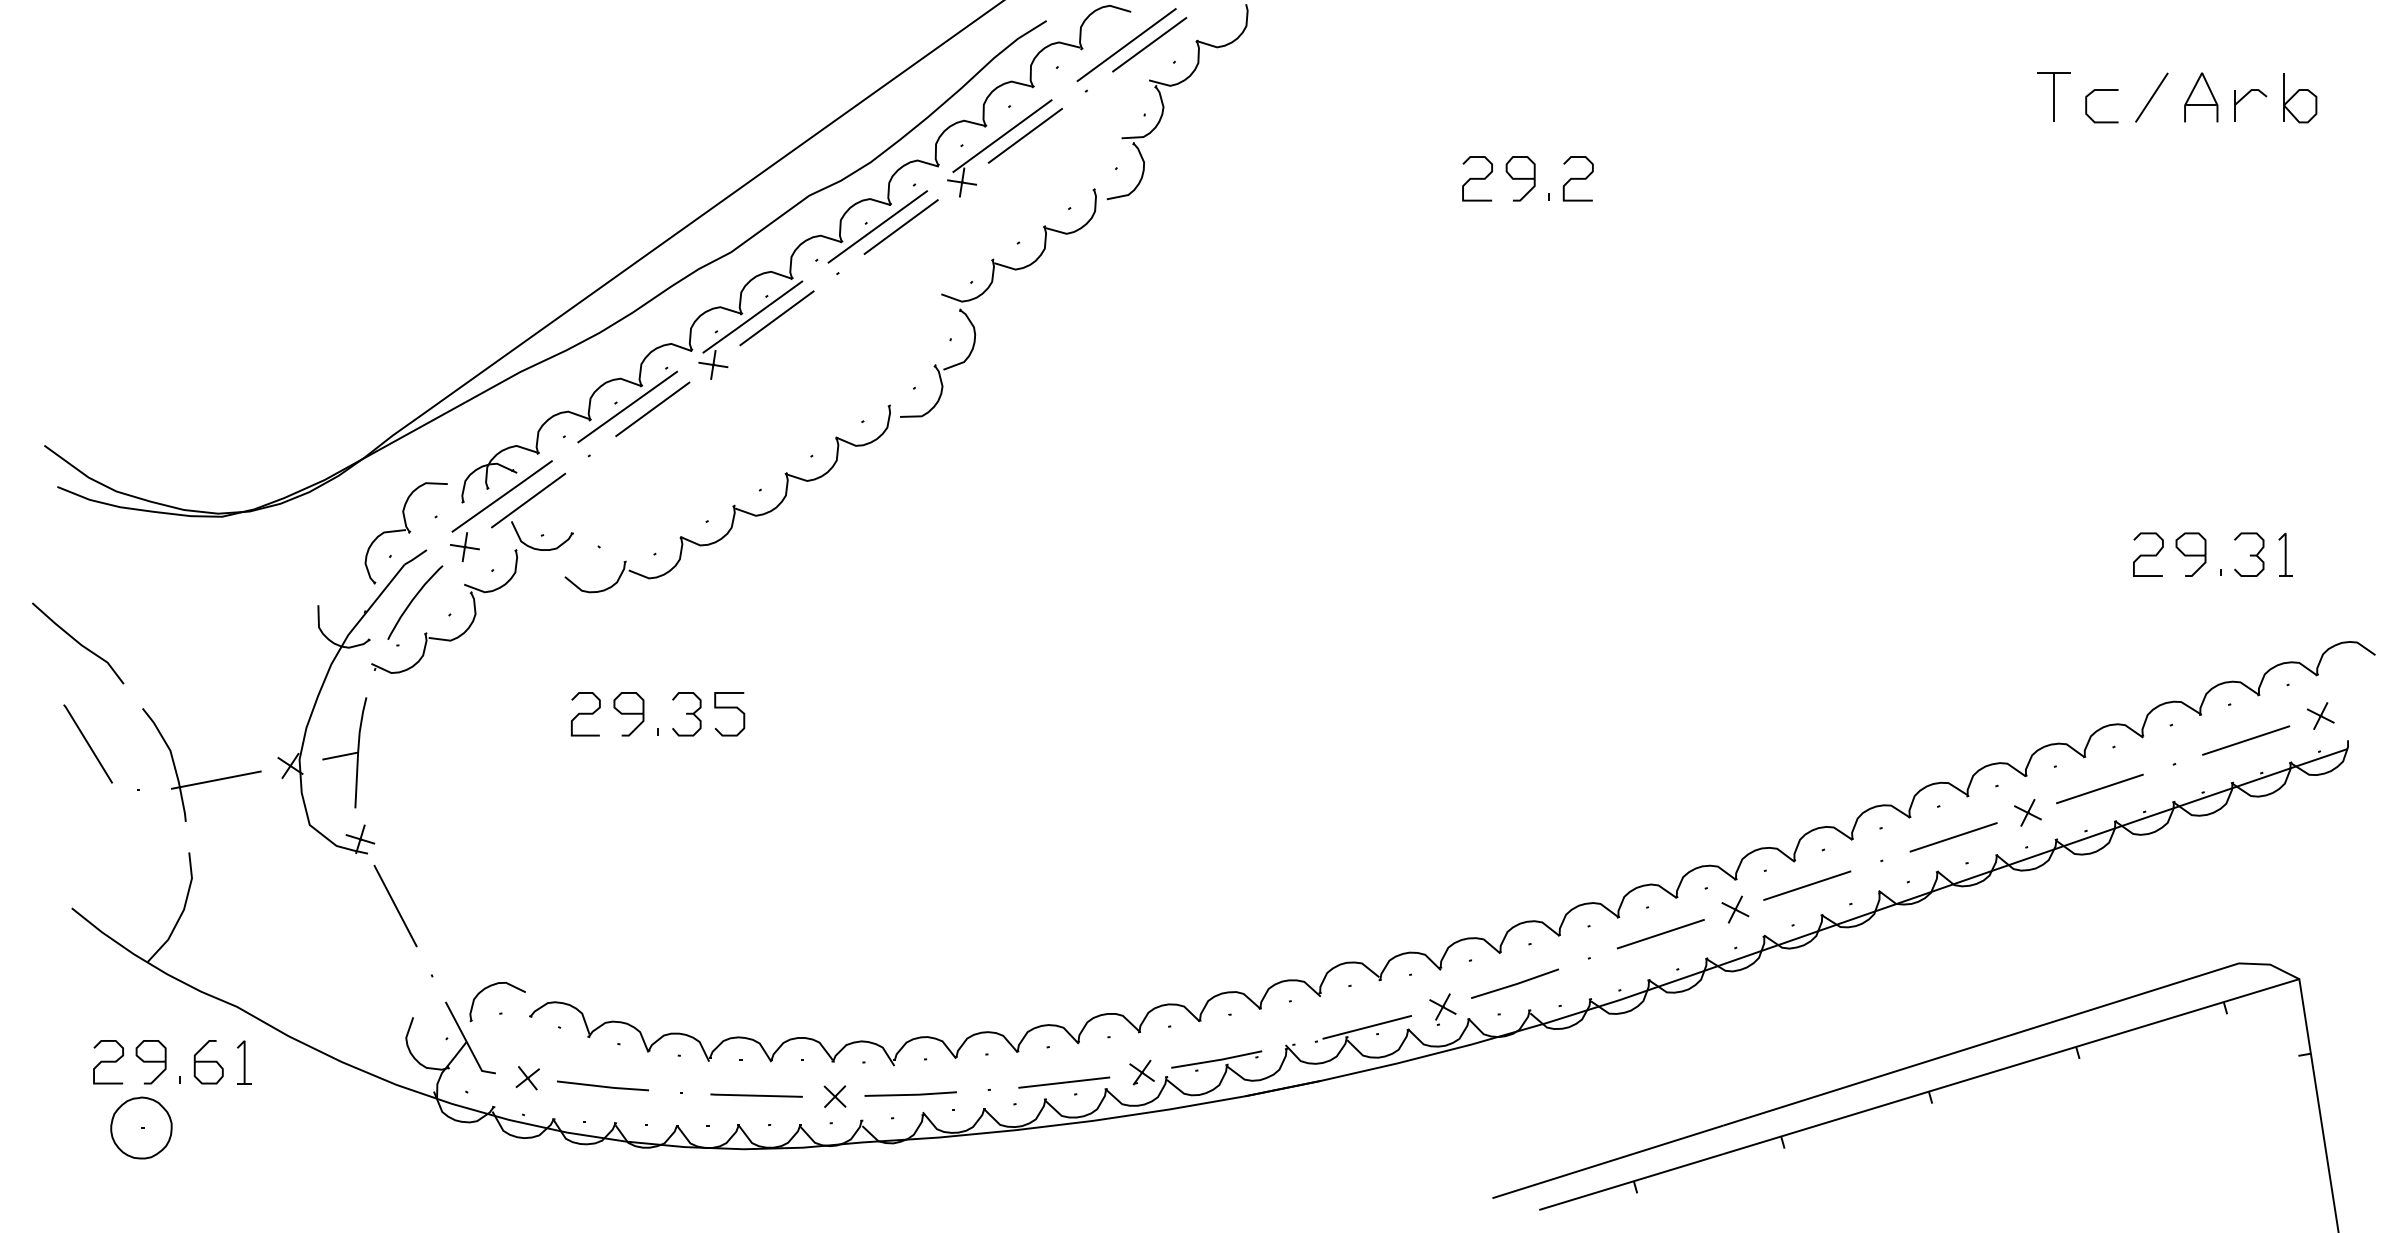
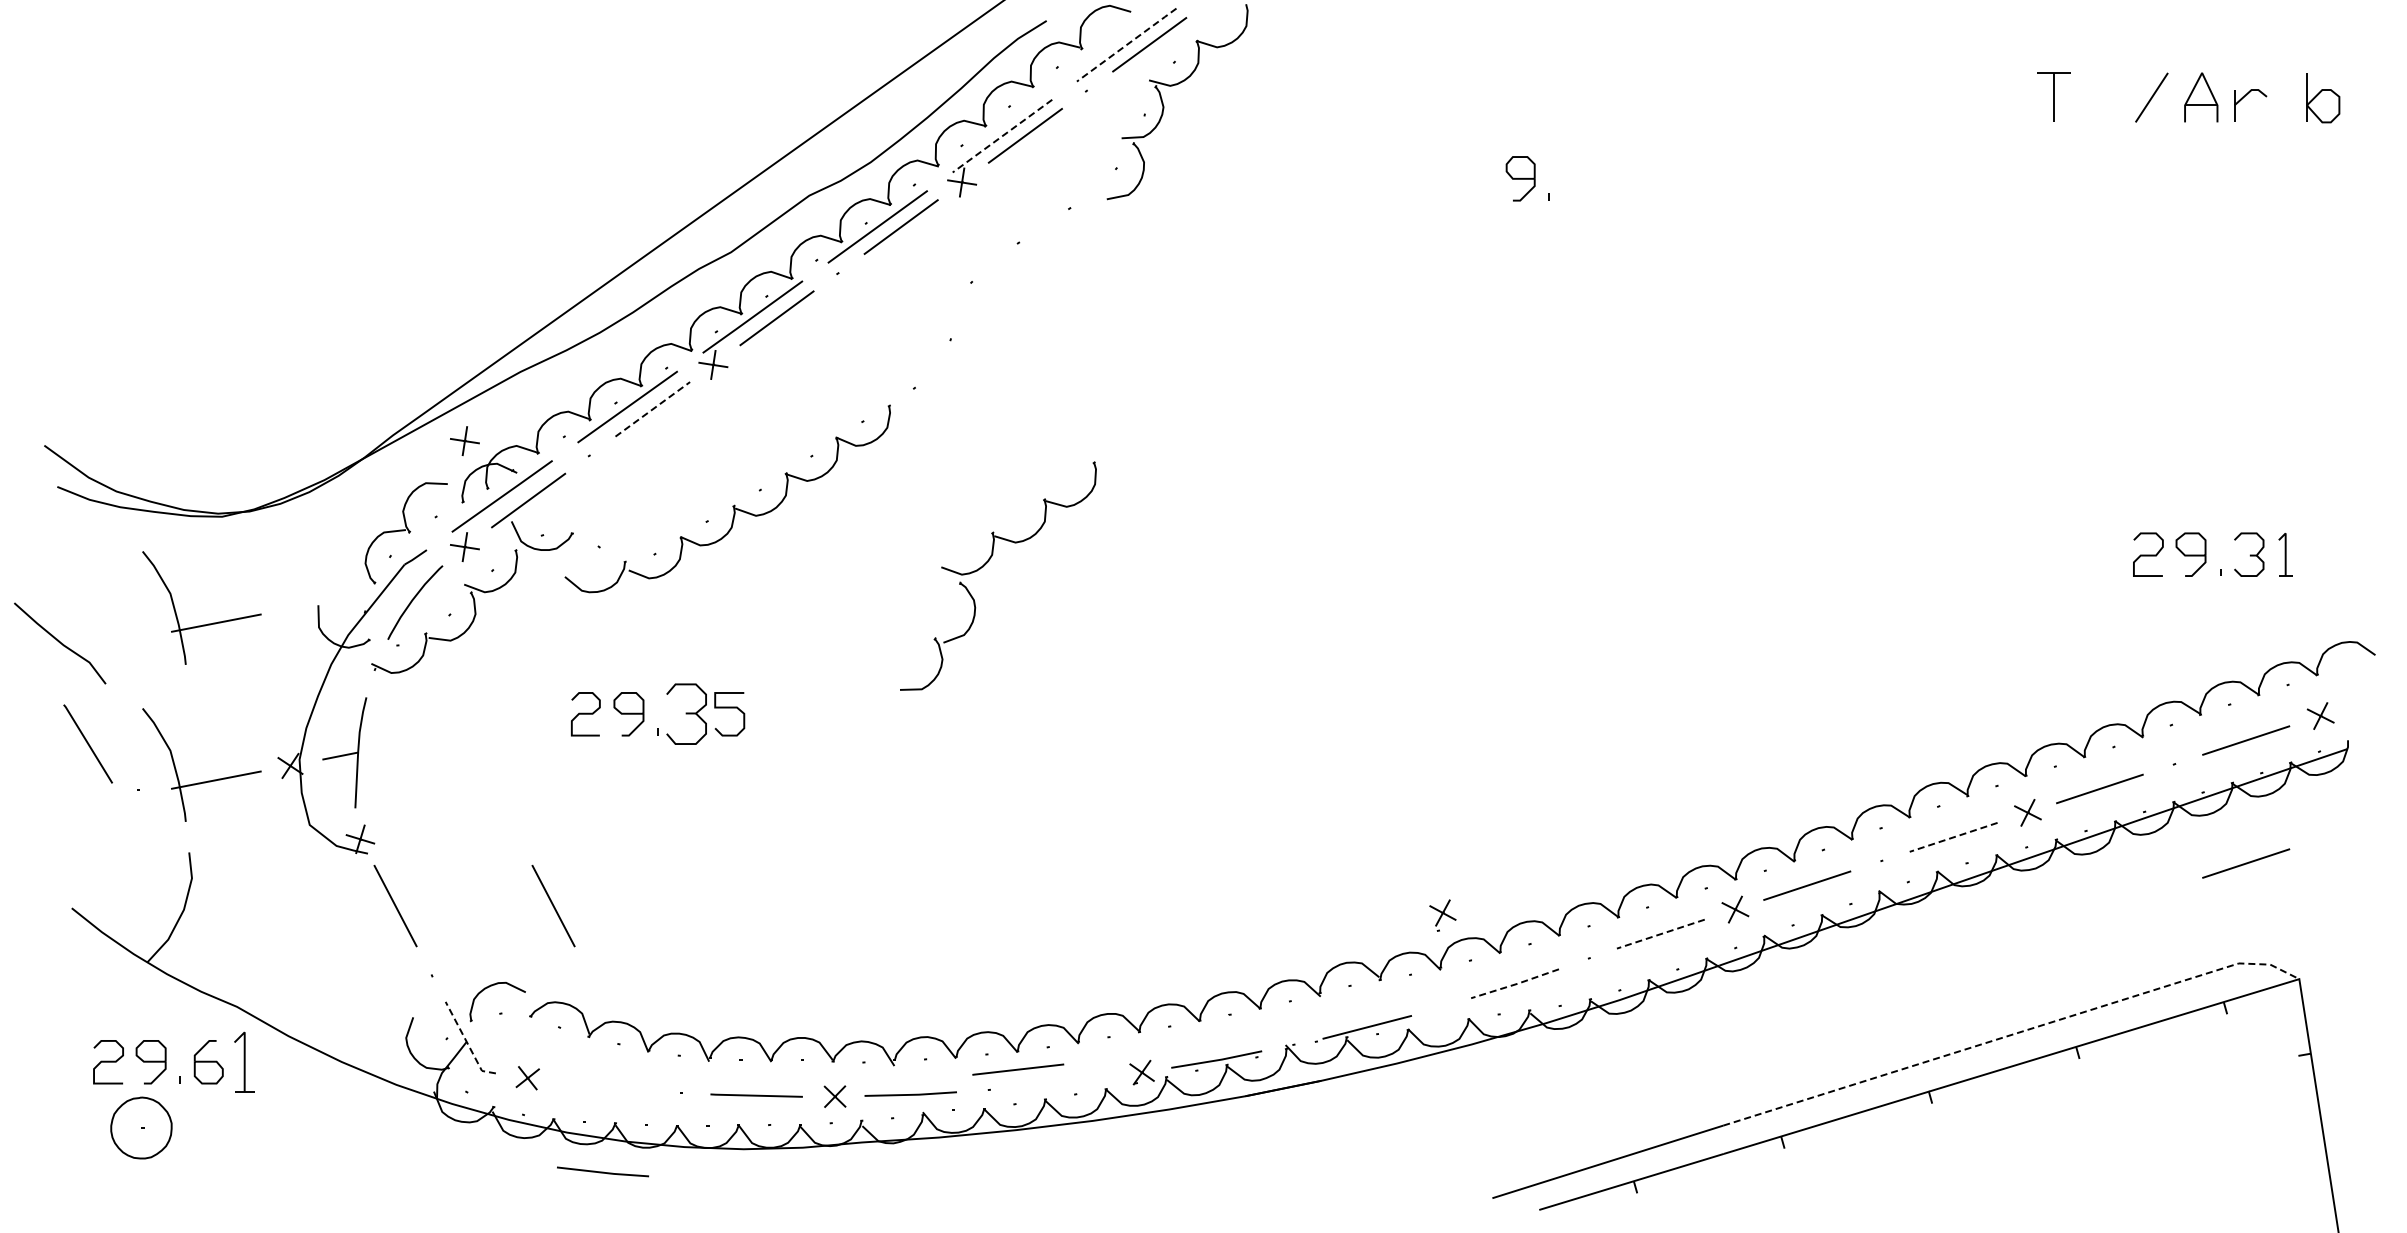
line at (1127, 44): solid -> dashed
part at (2300, 98) position: (2300, 98) -> (2323, 98)
curve at (2087, 106): present -> none
line at (1002, 136): solid -> dashed
curve at (1477, 178): present -> none
curve at (1577, 178): present -> none
part at (987, 290) position: (987, 290) -> (987, 563)
line at (653, 409): solid -> dashed
part at (464, 440): none -> present
part at (202, 624): none -> present
line at (78, 643) position: (78, 643) -> (60, 643)
part at (686, 714) size: 30x45 px -> 41x62 px
line at (1953, 837): solid -> dashed
line at (2246, 863): none -> present
line at (553, 905): none -> present
line at (1660, 934): solid -> dashed
line at (1515, 984): solid -> dashed
part at (1442, 1009) position: (1442, 1009) -> (1442, 915)
line at (2013, 1034): solid -> dashed
line at (467, 1043): solid -> dashed
part at (244, 1062) size: 15x45 px -> 21x62 px
line at (1064, 1082) position: (1064, 1082) -> (1018, 1069)
line at (602, 1085) position: (602, 1085) -> (602, 1171)
